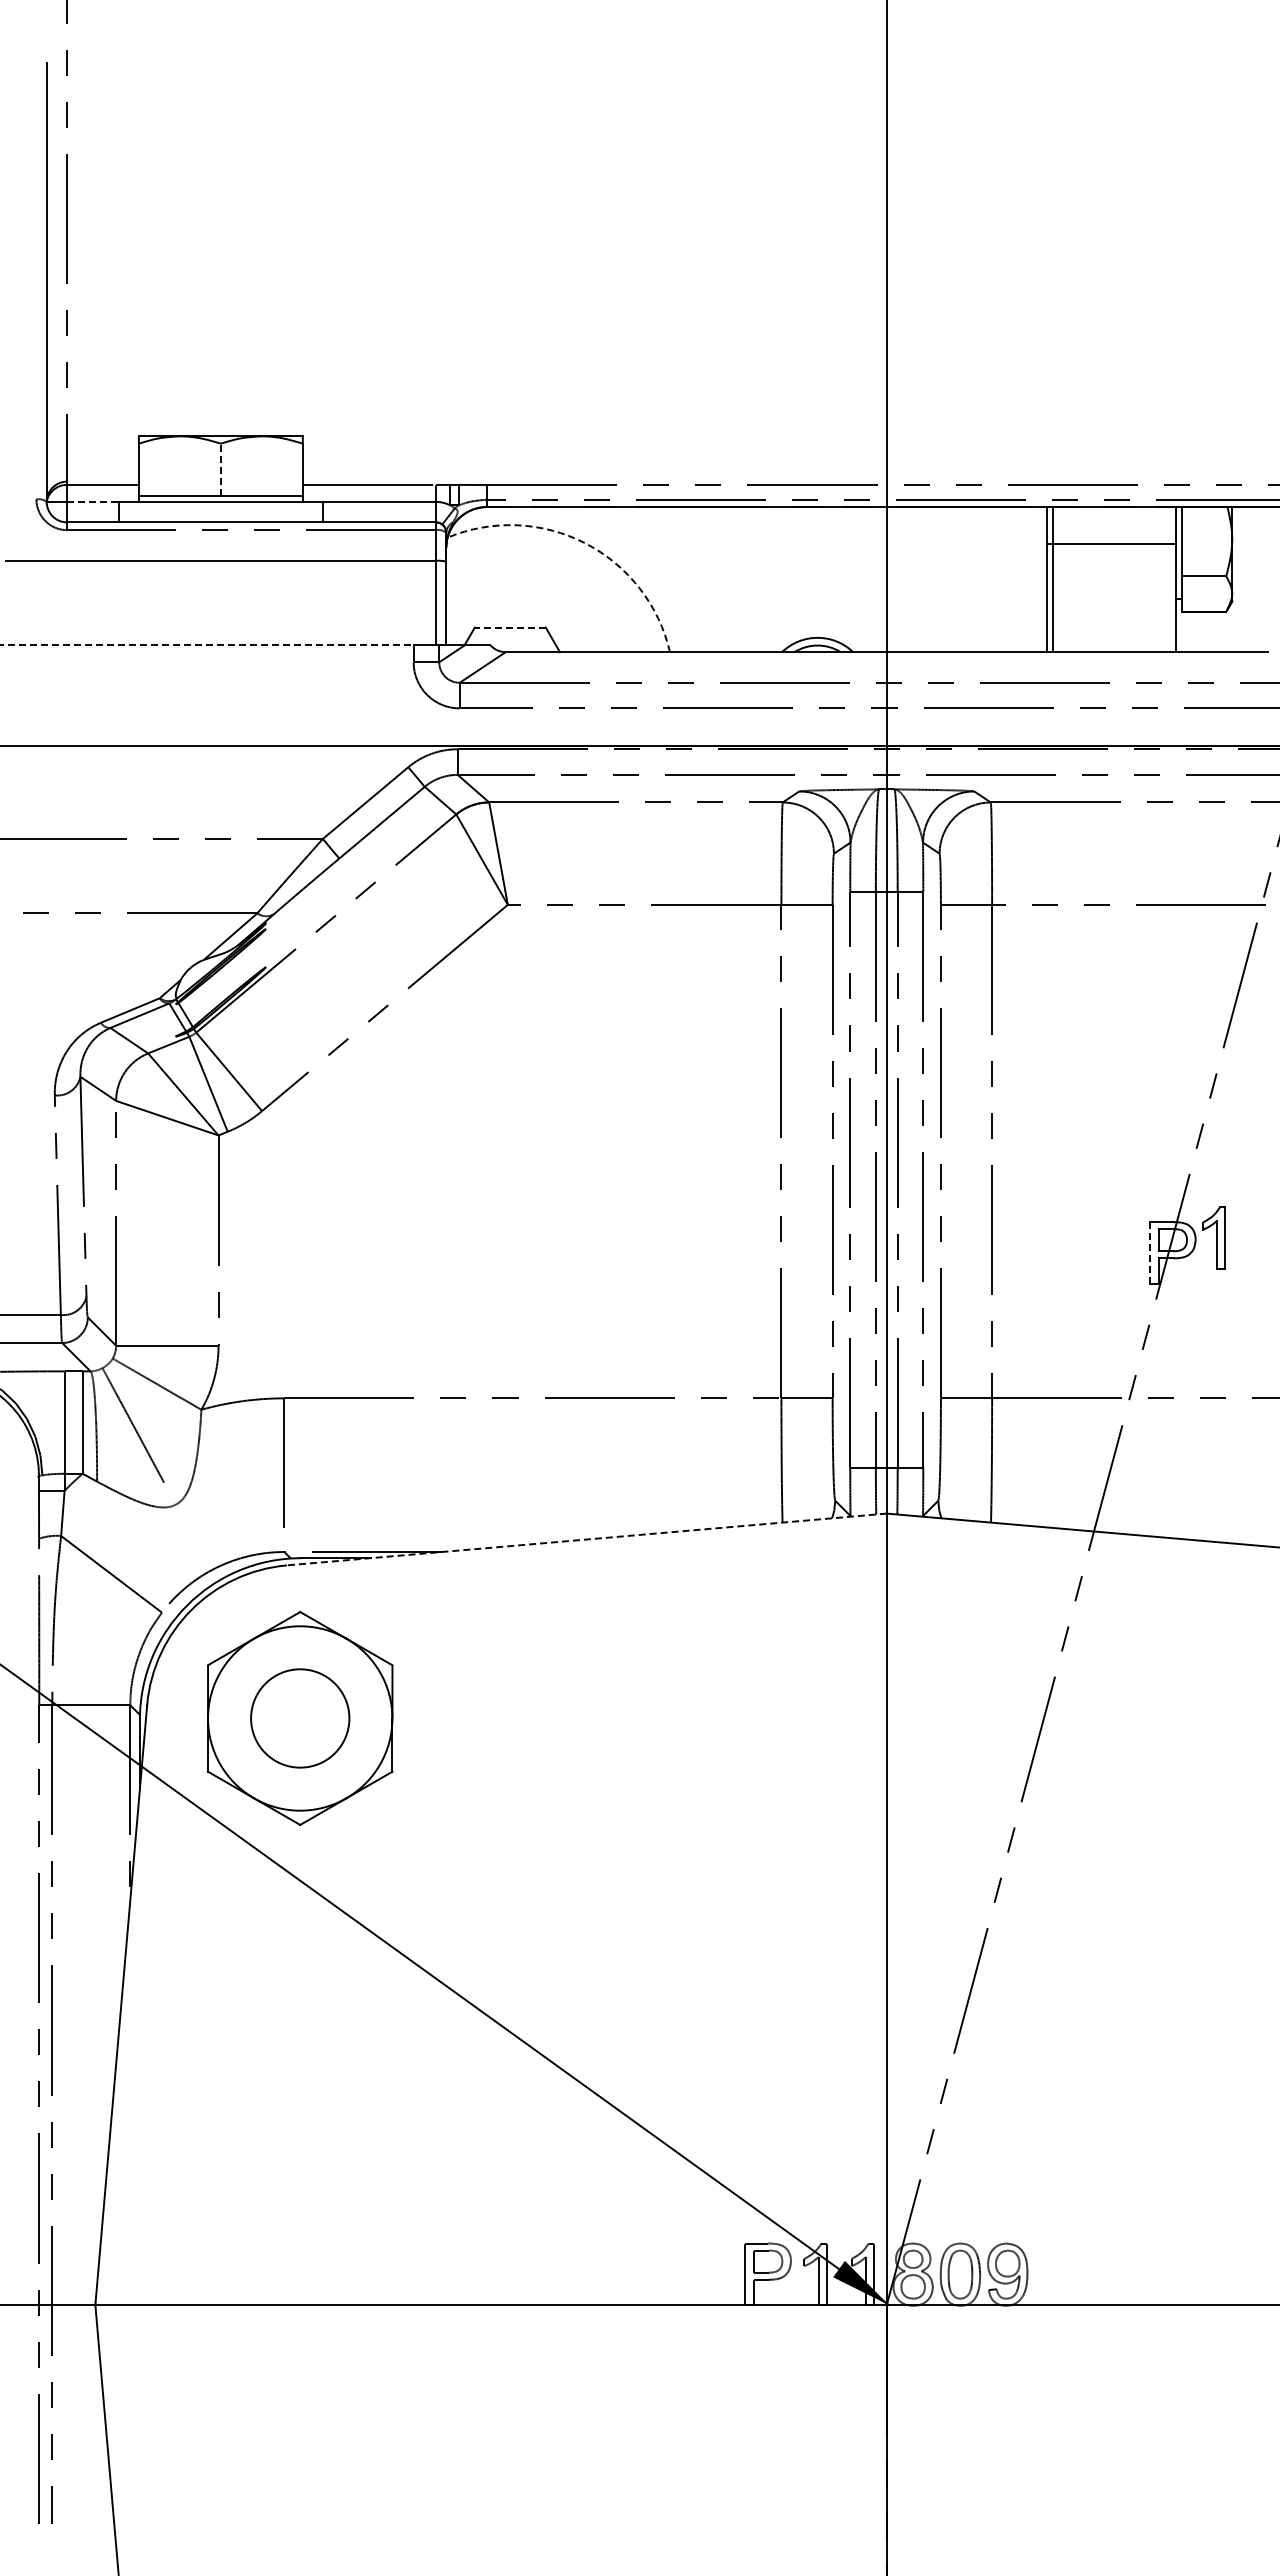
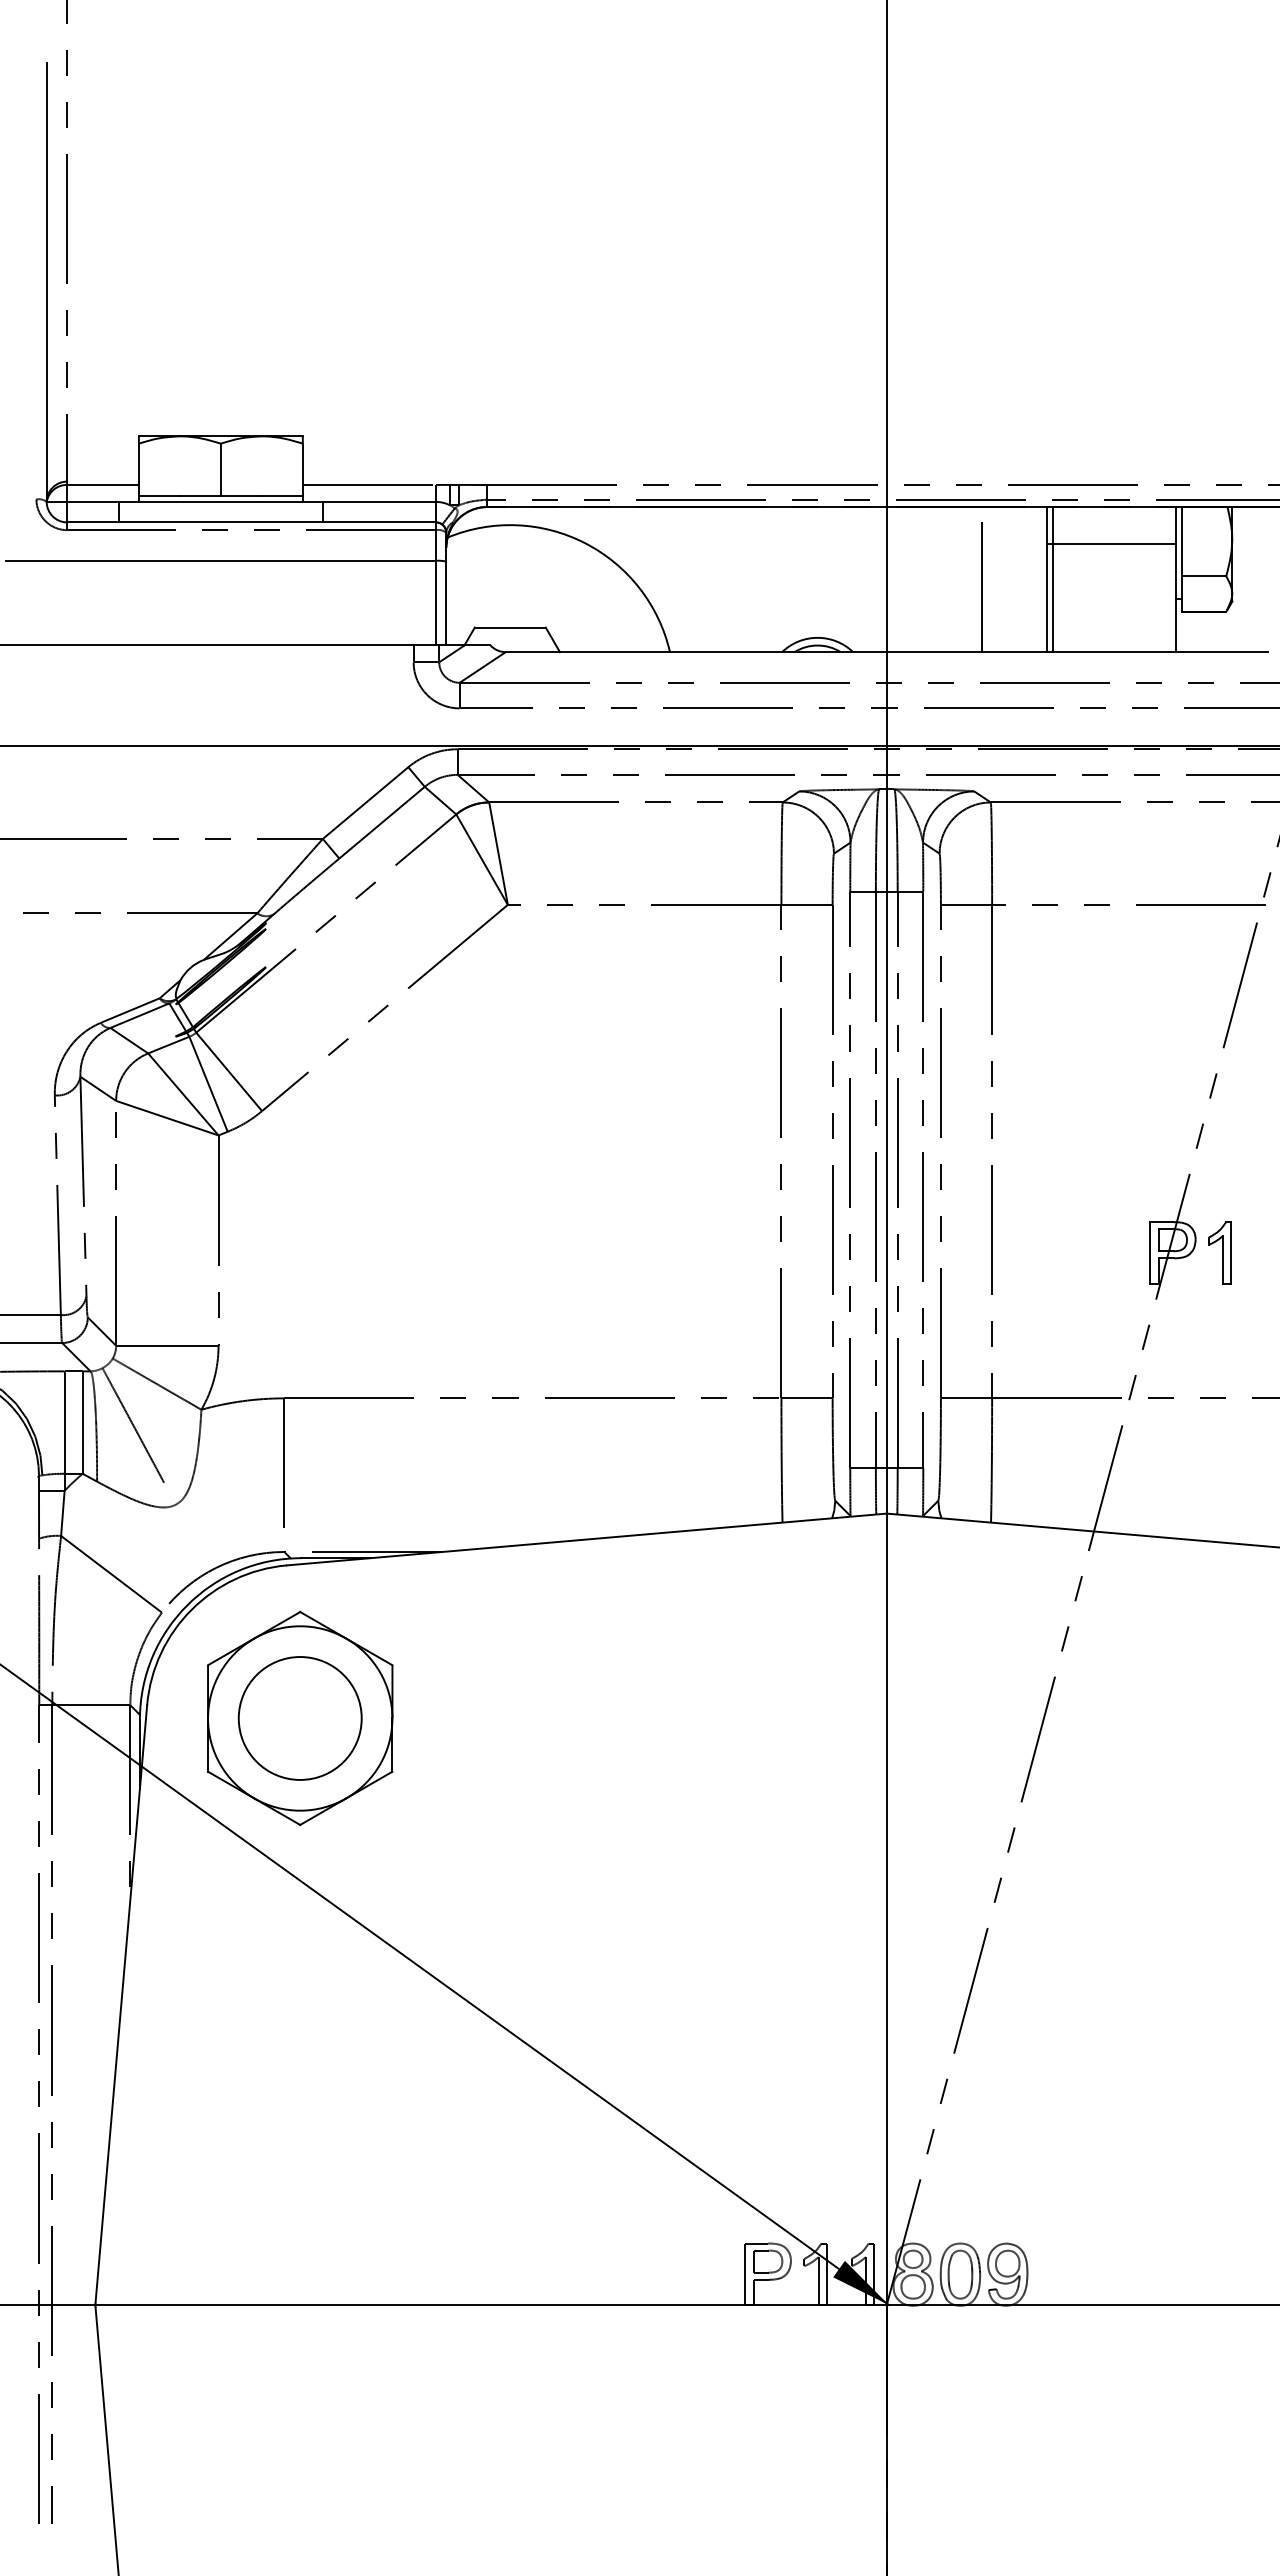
line at (220, 469): dashed -> solid
line at (93, 501): dashed -> solid
arc at (585, 543): dashed -> solid
line at (981, 579): none -> present
line at (509, 627): dashed -> solid
line at (207, 645): dashed -> solid
part at (1213, 1237) position: (1213, 1237) -> (1219, 1252)
line at (1150, 1252): dashed -> solid
line at (586, 1539): dashed -> solid
circle at (300, 1718) diameter: 98 px -> 123 px
